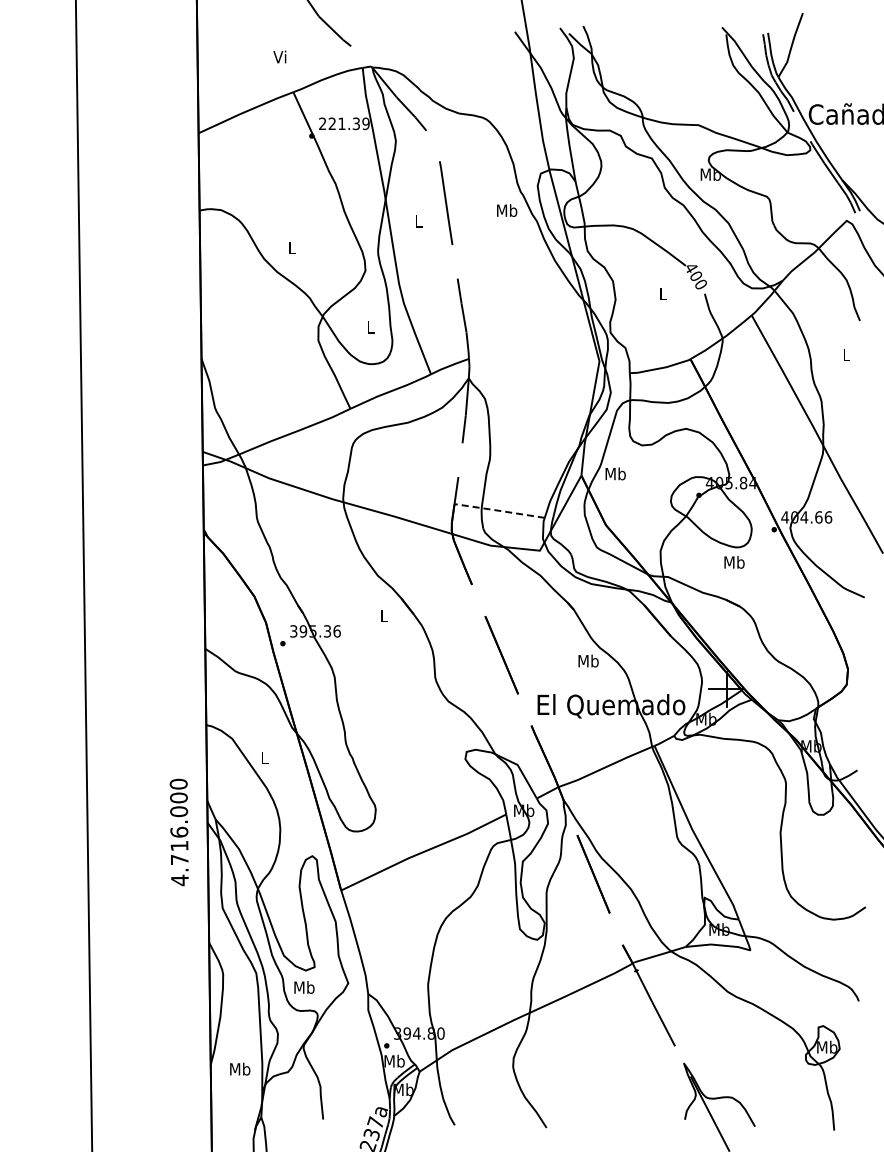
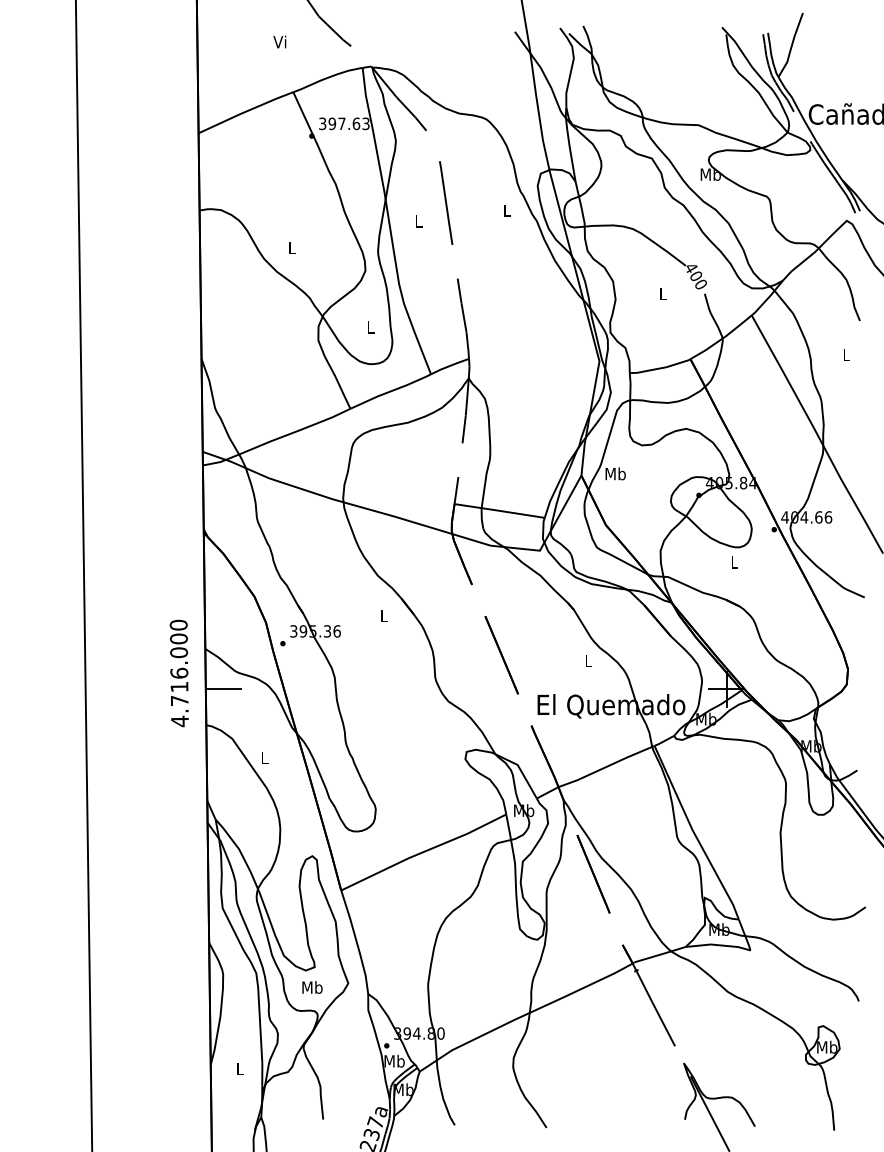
text at (279, 56) position: (279, 56) -> (279, 41)
text at (344, 123): 221.39 -> 397.63
text at (507, 210): Mb -> L
line at (498, 510): dashed -> solid
text at (734, 562): Mb -> L
text at (588, 660): Mb -> L
line at (222, 689): none -> present
text at (178, 832) position: (178, 832) -> (178, 673)
text at (304, 987) position: (304, 987) -> (312, 987)
text at (240, 1068): Mb -> L
